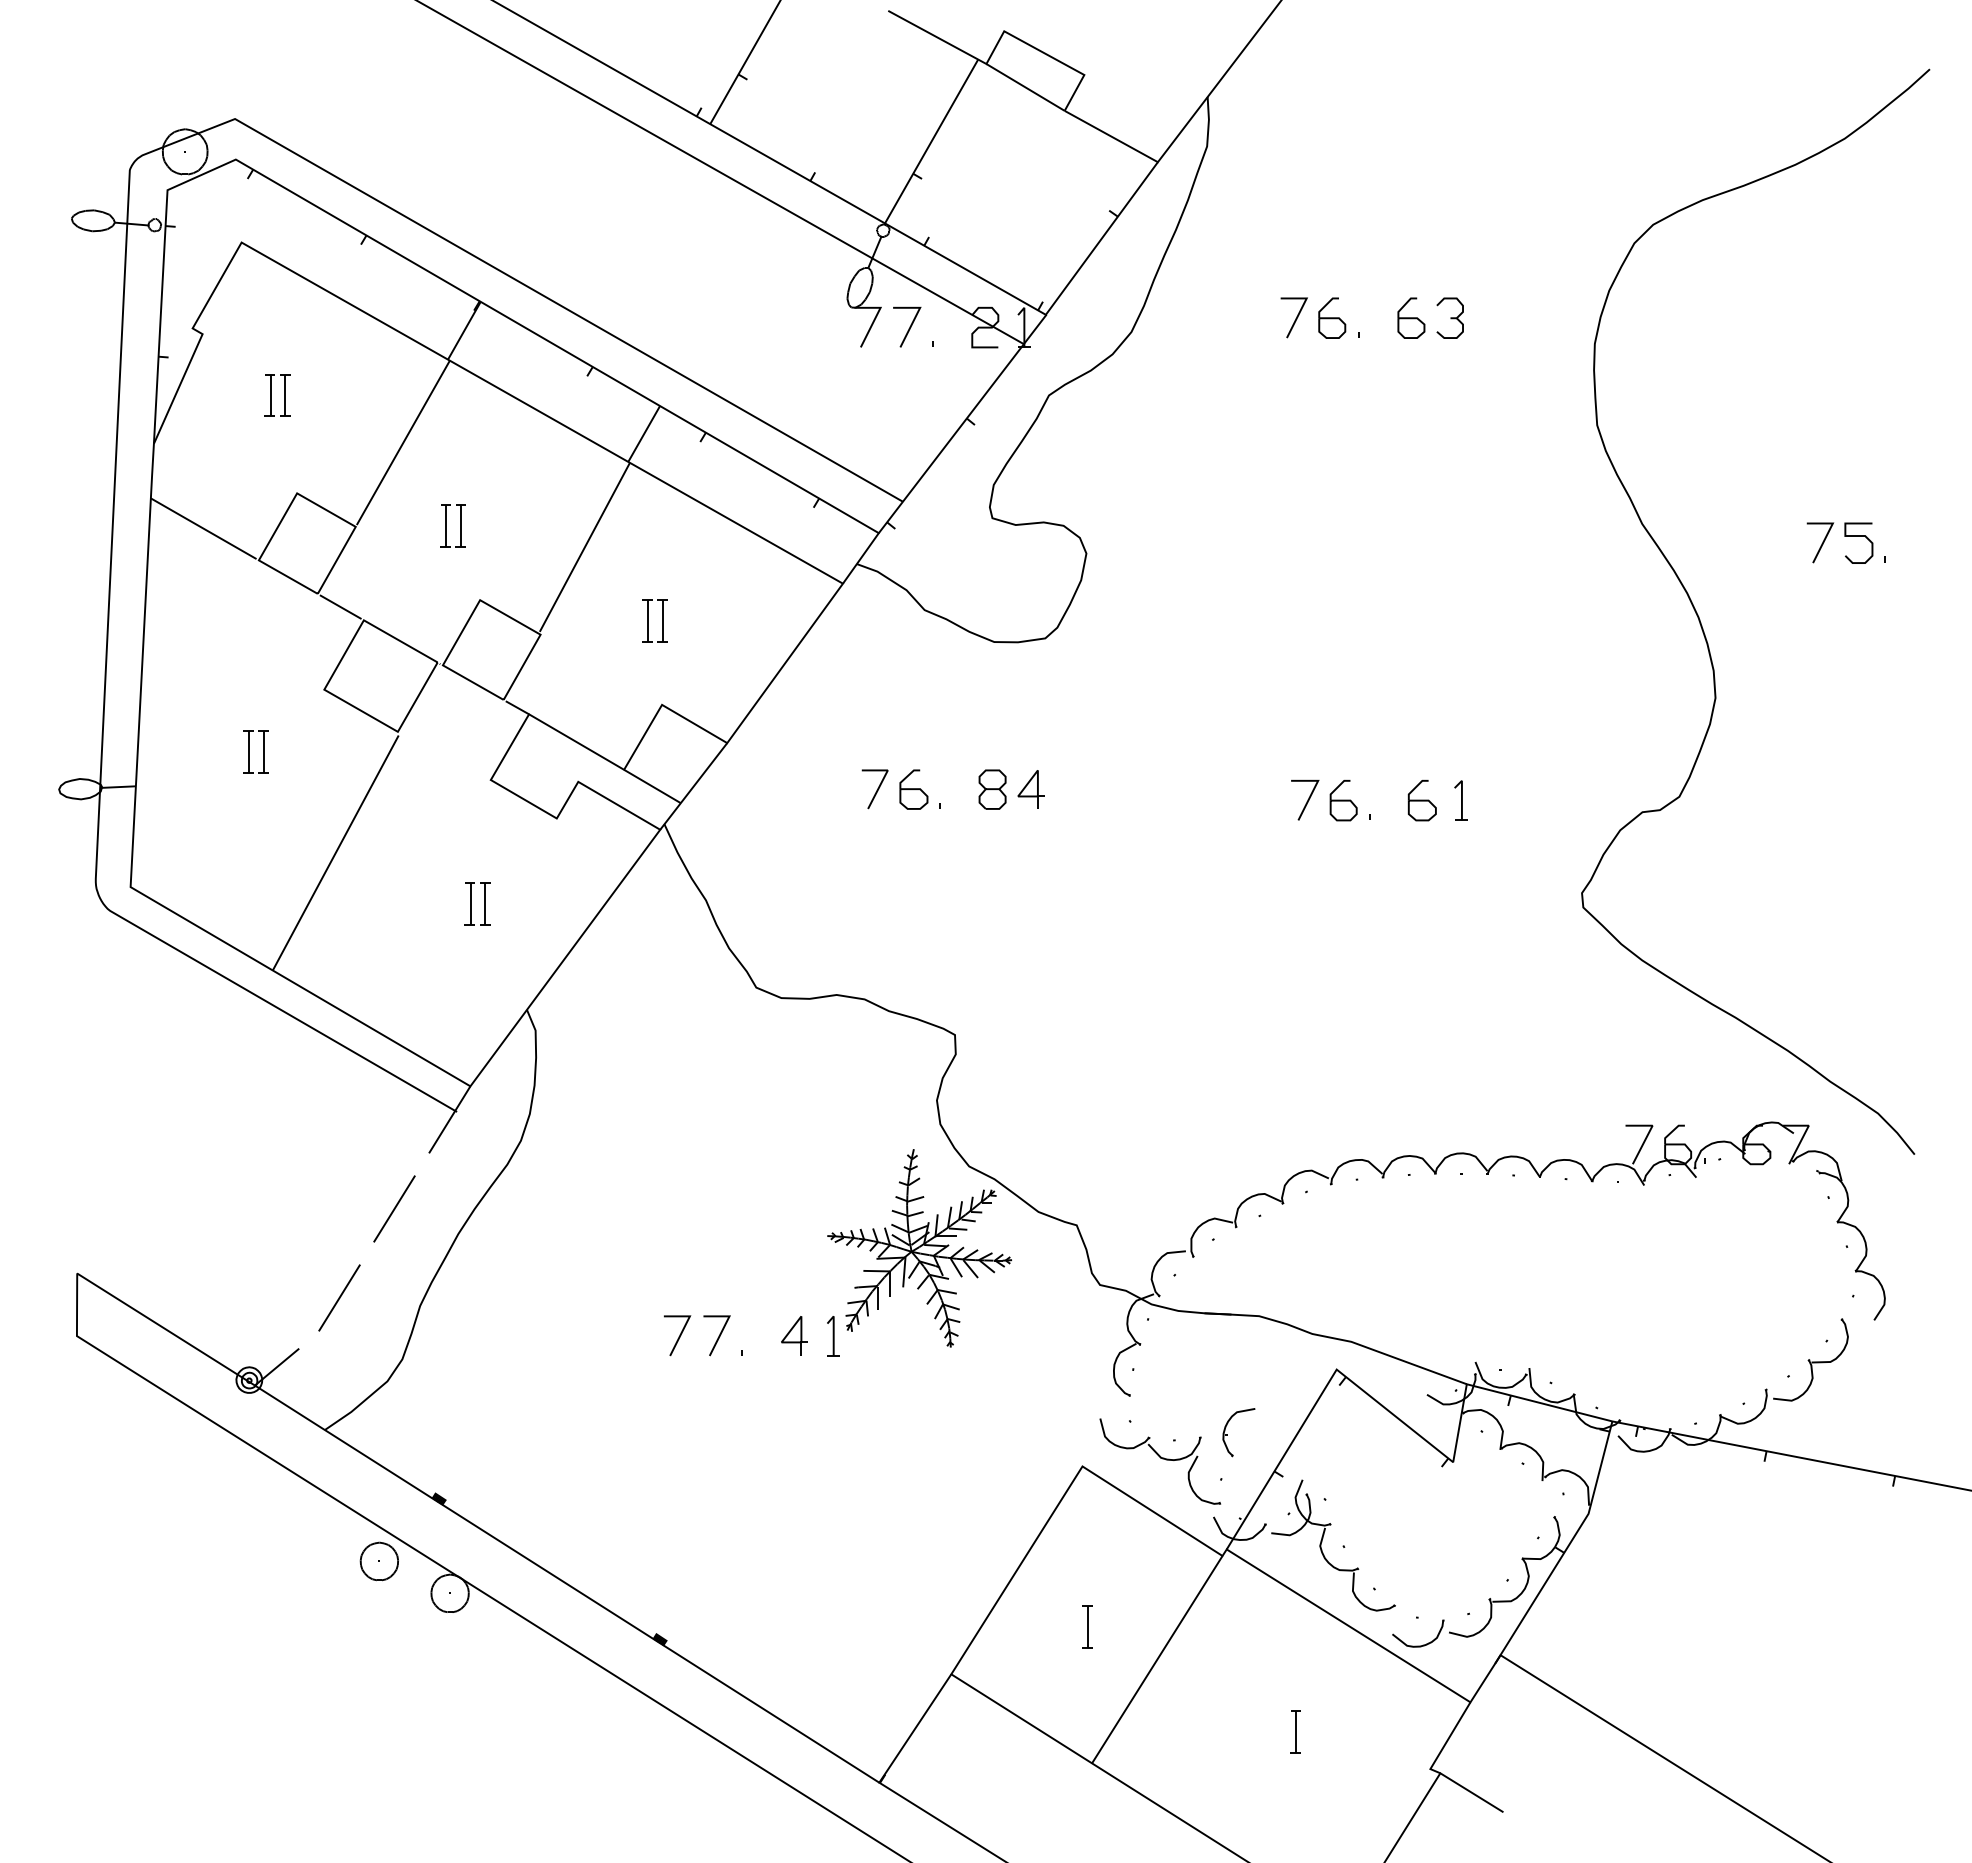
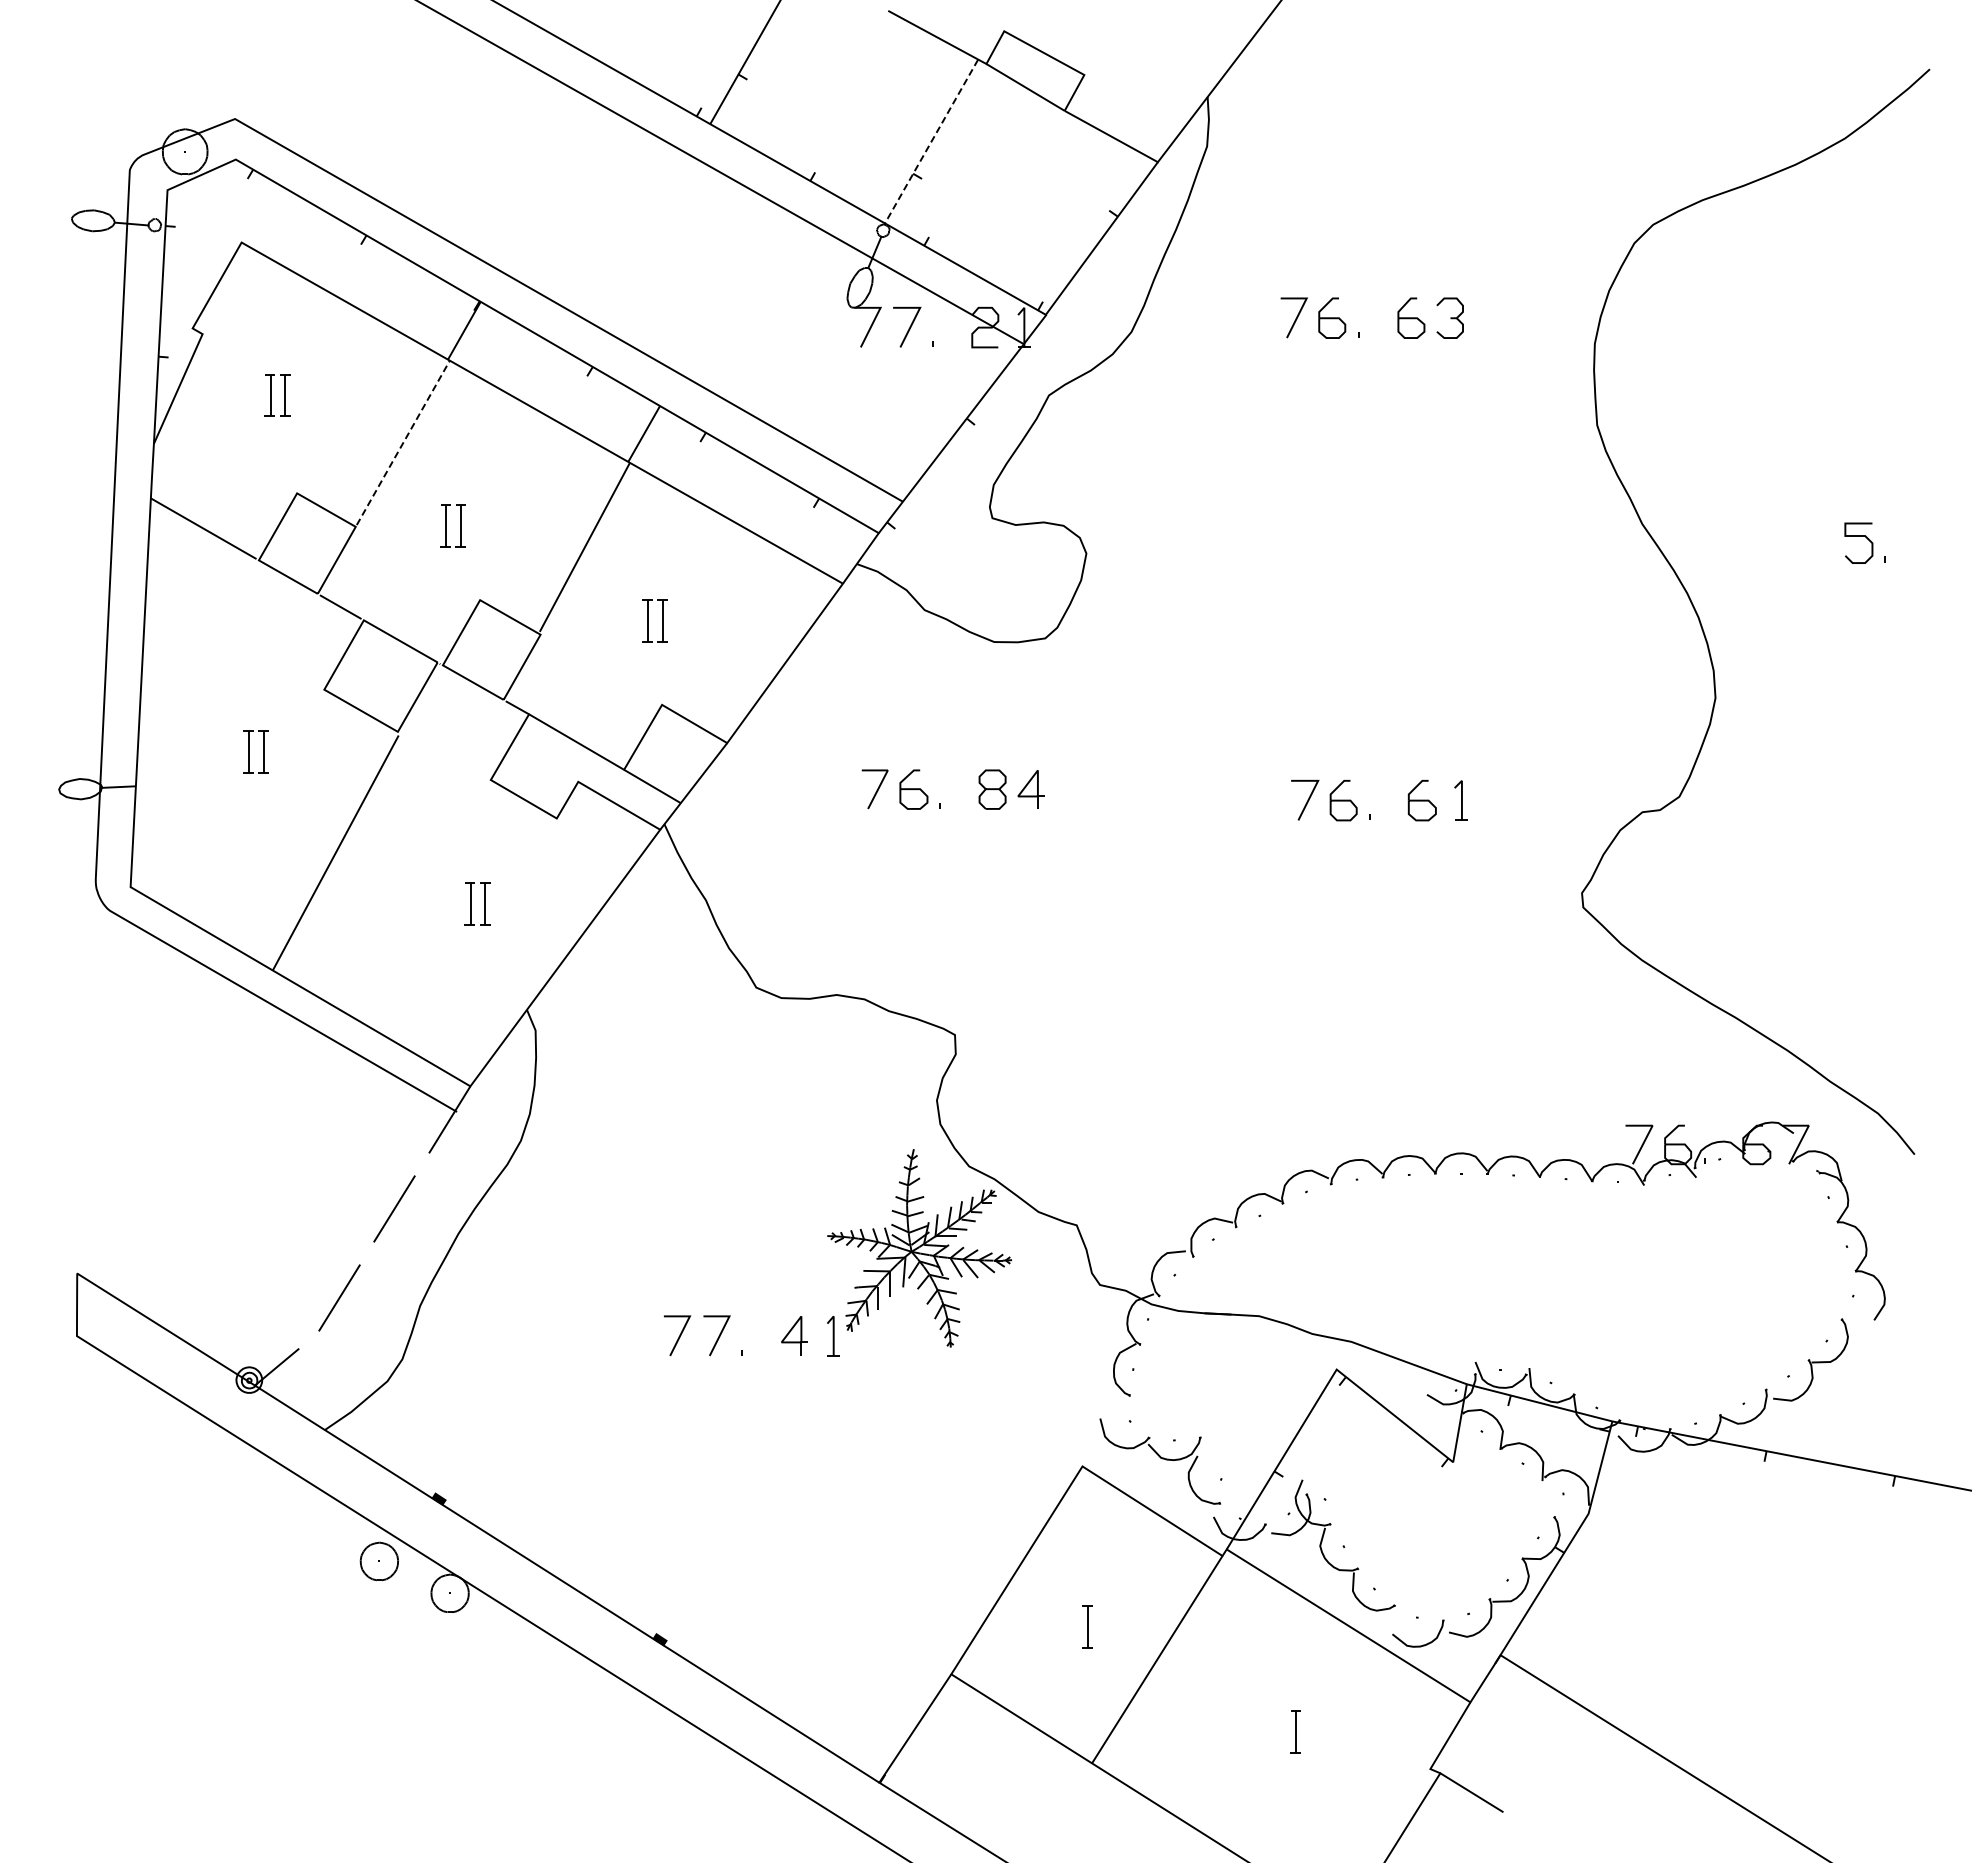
line at (930, 143): solid -> dashed
line at (403, 442): solid -> dashed
line at (1821, 543): present -> none
part at (1227, 1434): present -> none
